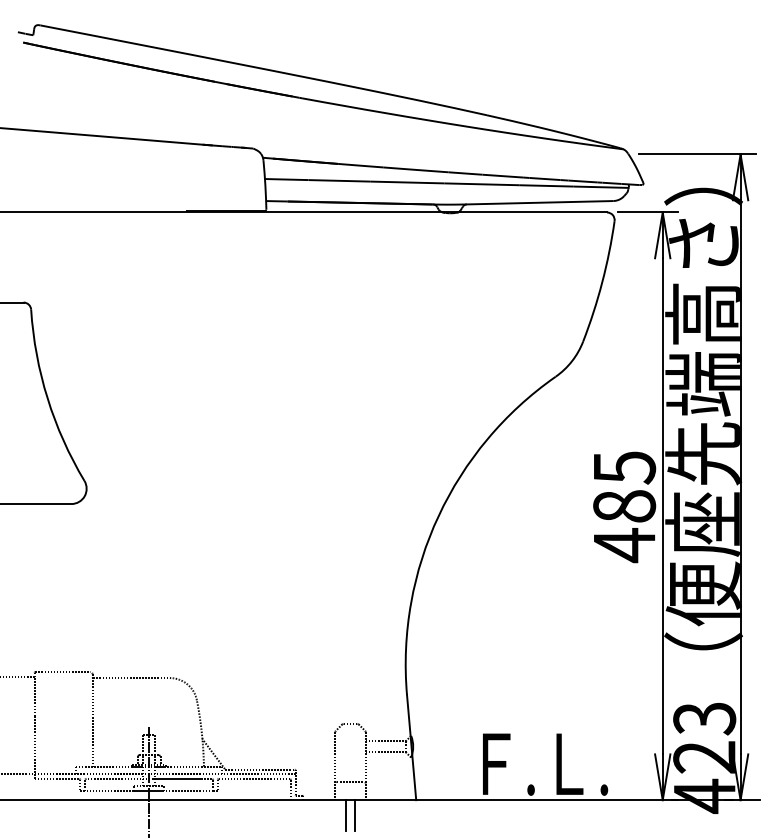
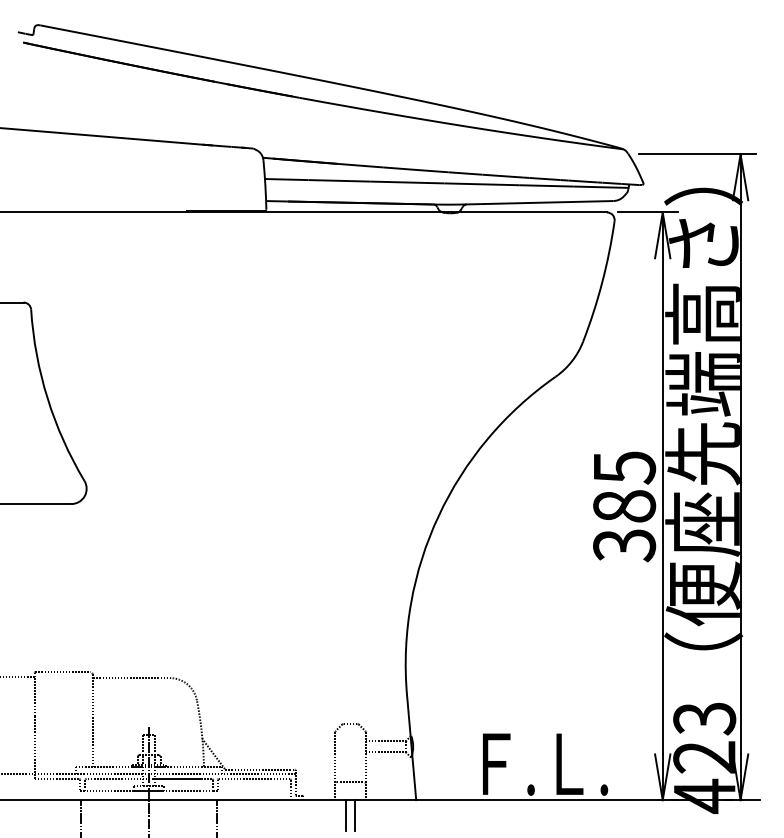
text at (624, 545): 485 -> 385
line at (81, 817): none -> present
line at (217, 817): none -> present
